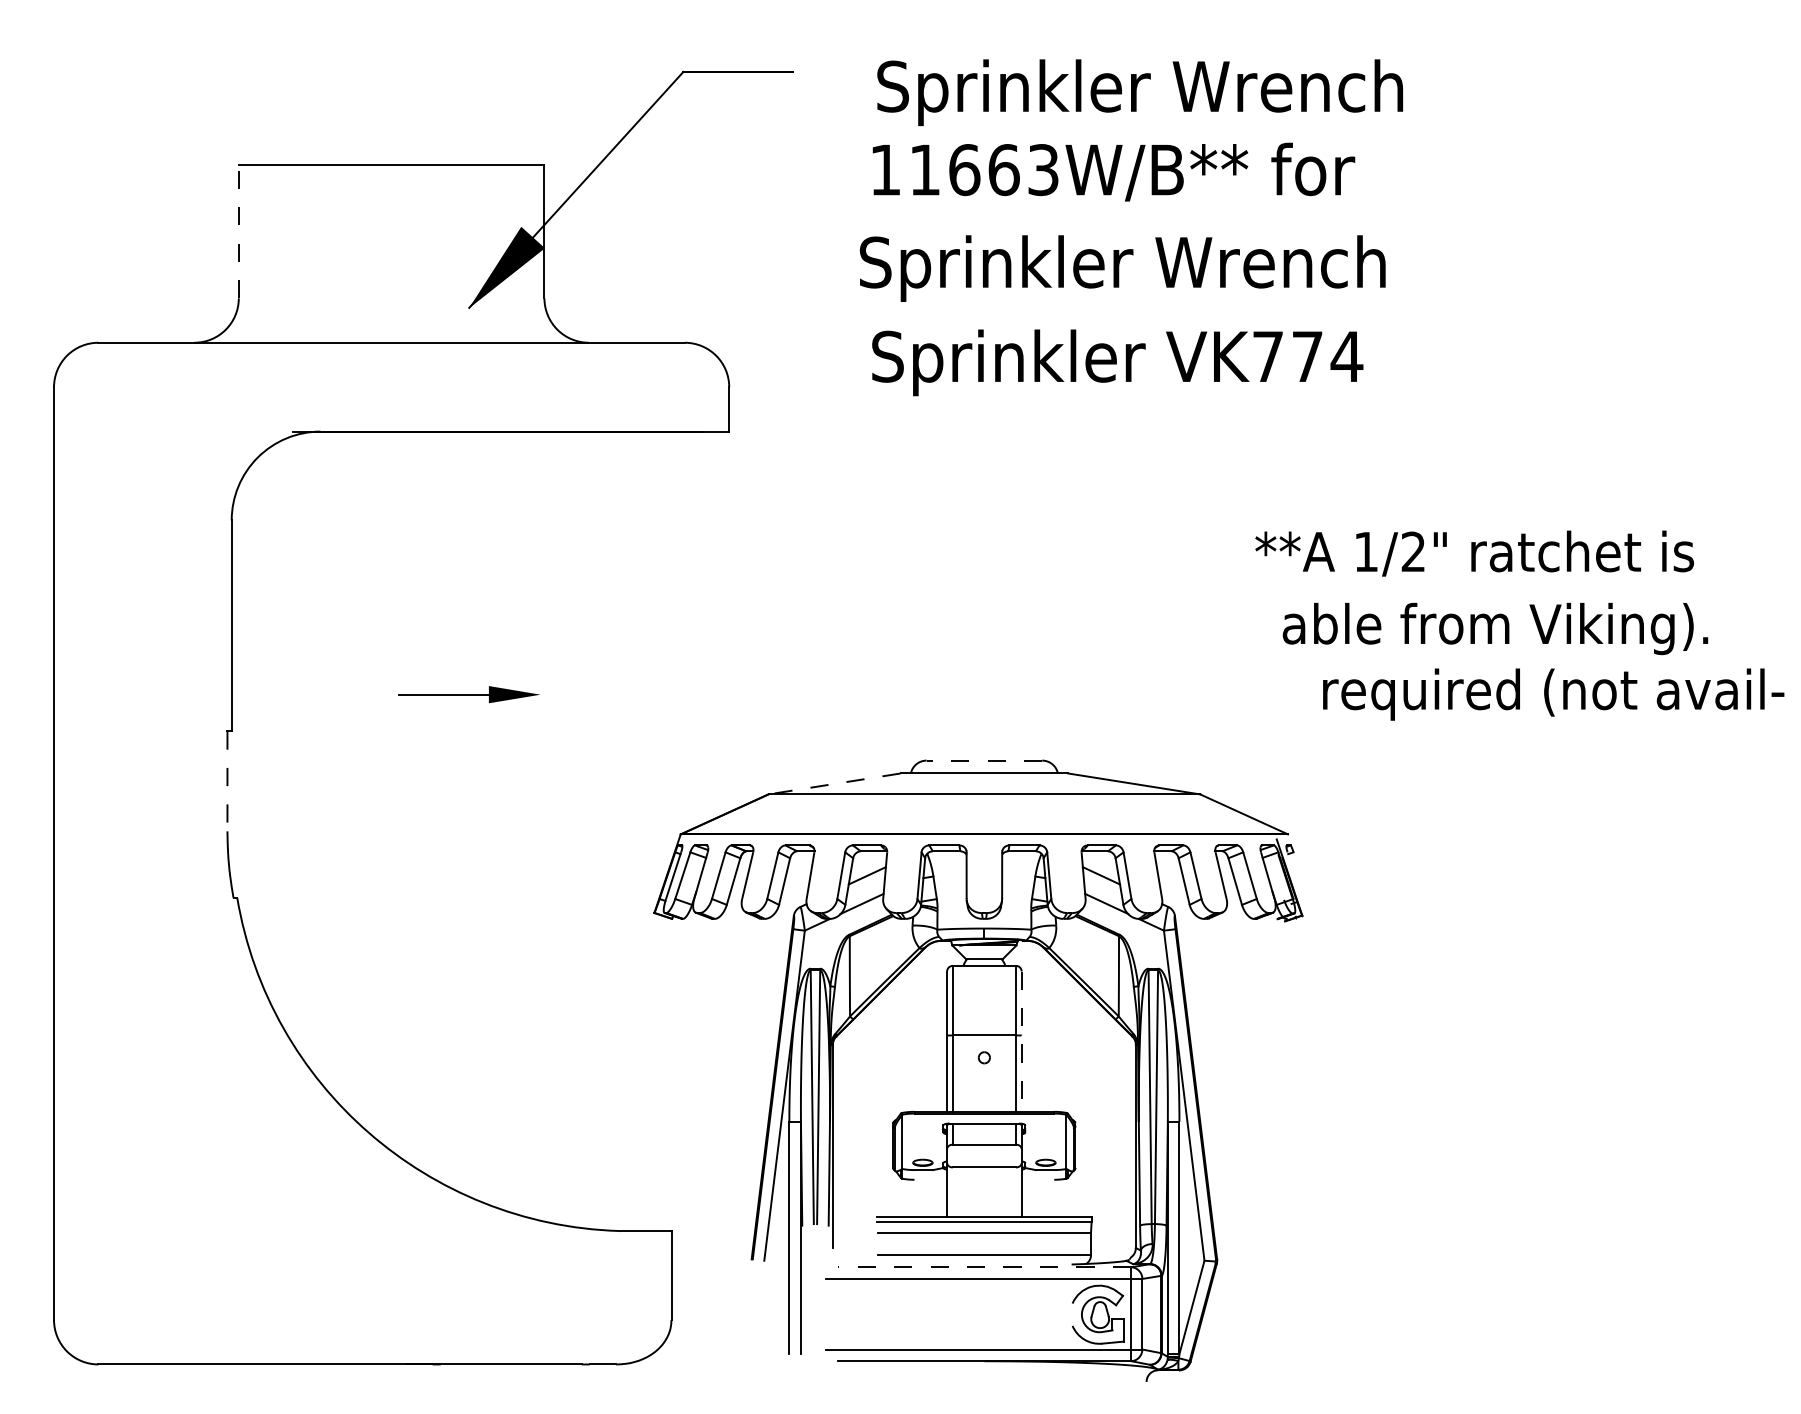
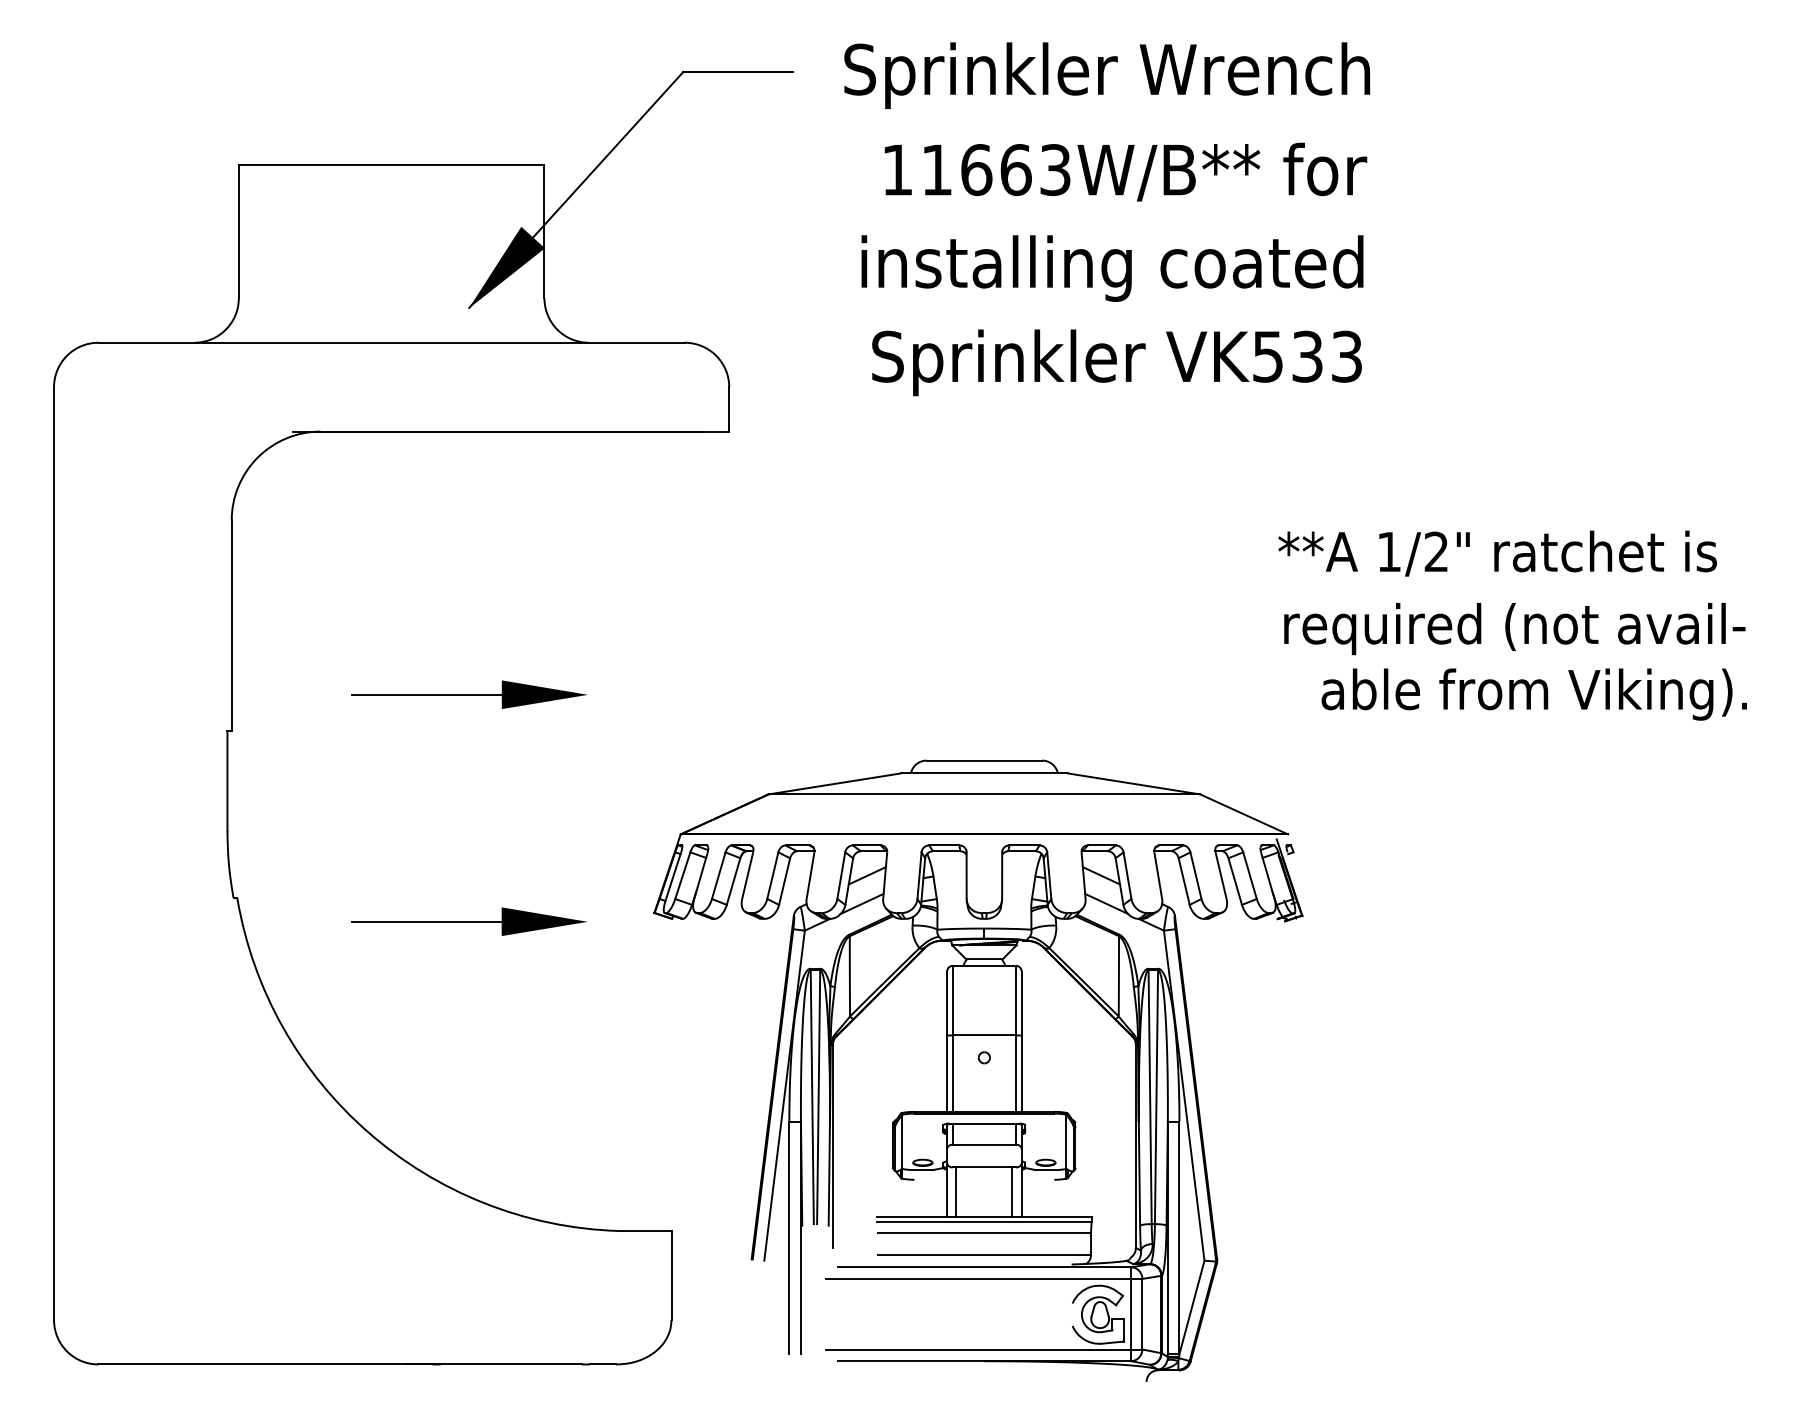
text at (1139, 92) position: (1139, 92) -> (1106, 75)
text at (1113, 171) position: (1113, 171) -> (1125, 171)
line at (238, 231): dashed -> solid
text at (1122, 268): Sprinkler Wrench -> installing coated
text at (1308, 356): VK774 -> VK533
text at (1474, 553) position: (1474, 553) -> (1497, 553)
text at (1513, 628): able from Viking). -> required (not avail-
part at (468, 694) size: 142x18 px -> 237x29 px
text at (1552, 694): required (not avail- -> able from Viking).
line at (984, 760): dashed -> solid
line at (227, 781): dashed -> solid
line at (834, 783): dashed -> solid
part at (469, 921): none -> present
line at (1021, 1042): dashed -> solid
line at (956, 1191): none -> present
line at (1012, 1191): none -> present
line at (984, 1267): dashed -> solid
